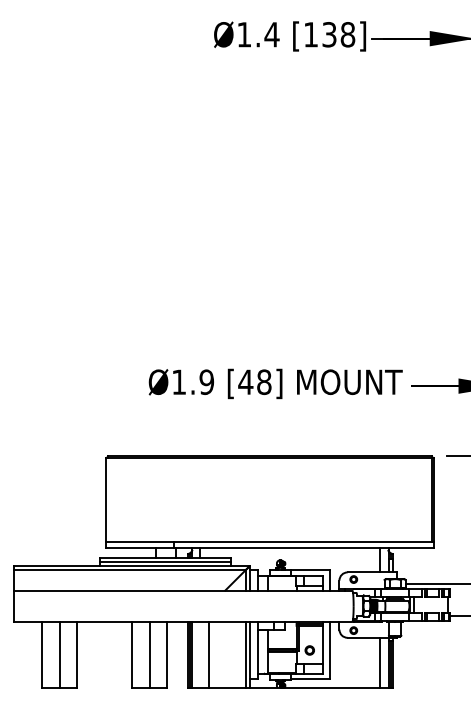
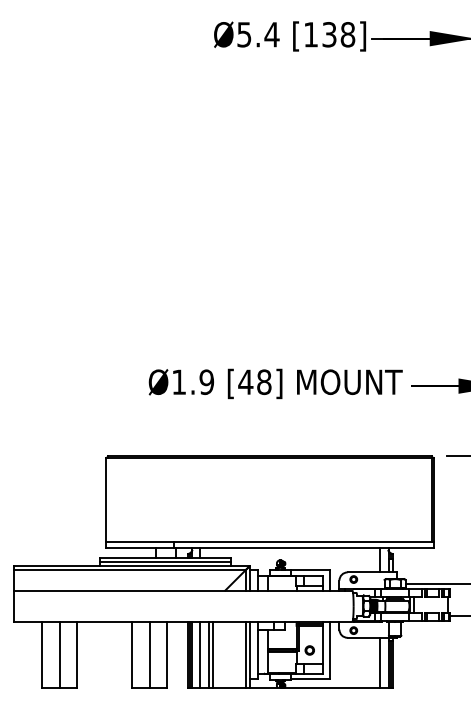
text at (244, 34): Ø1.4 -> Ø5.4
line at (200, 654): none -> present
line at (212, 654): none -> present
